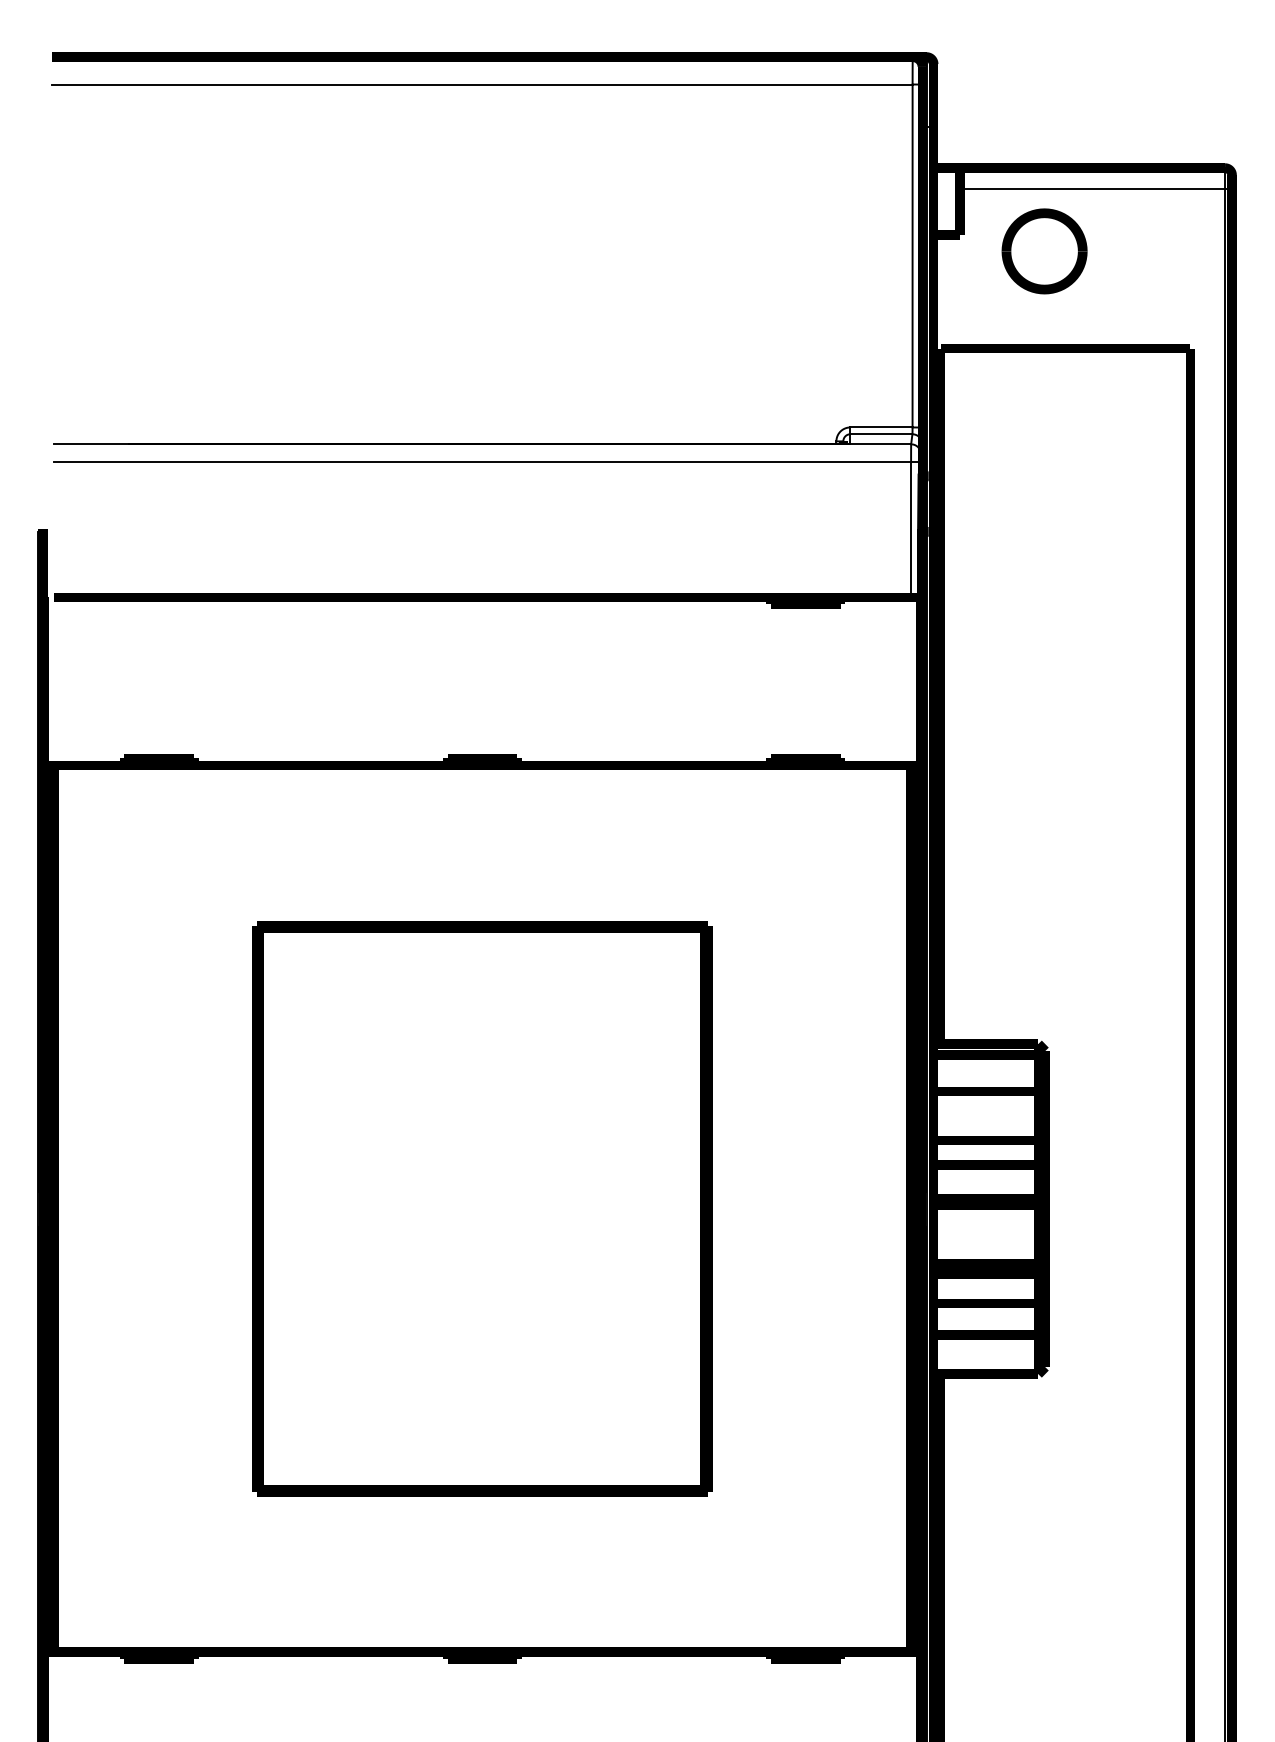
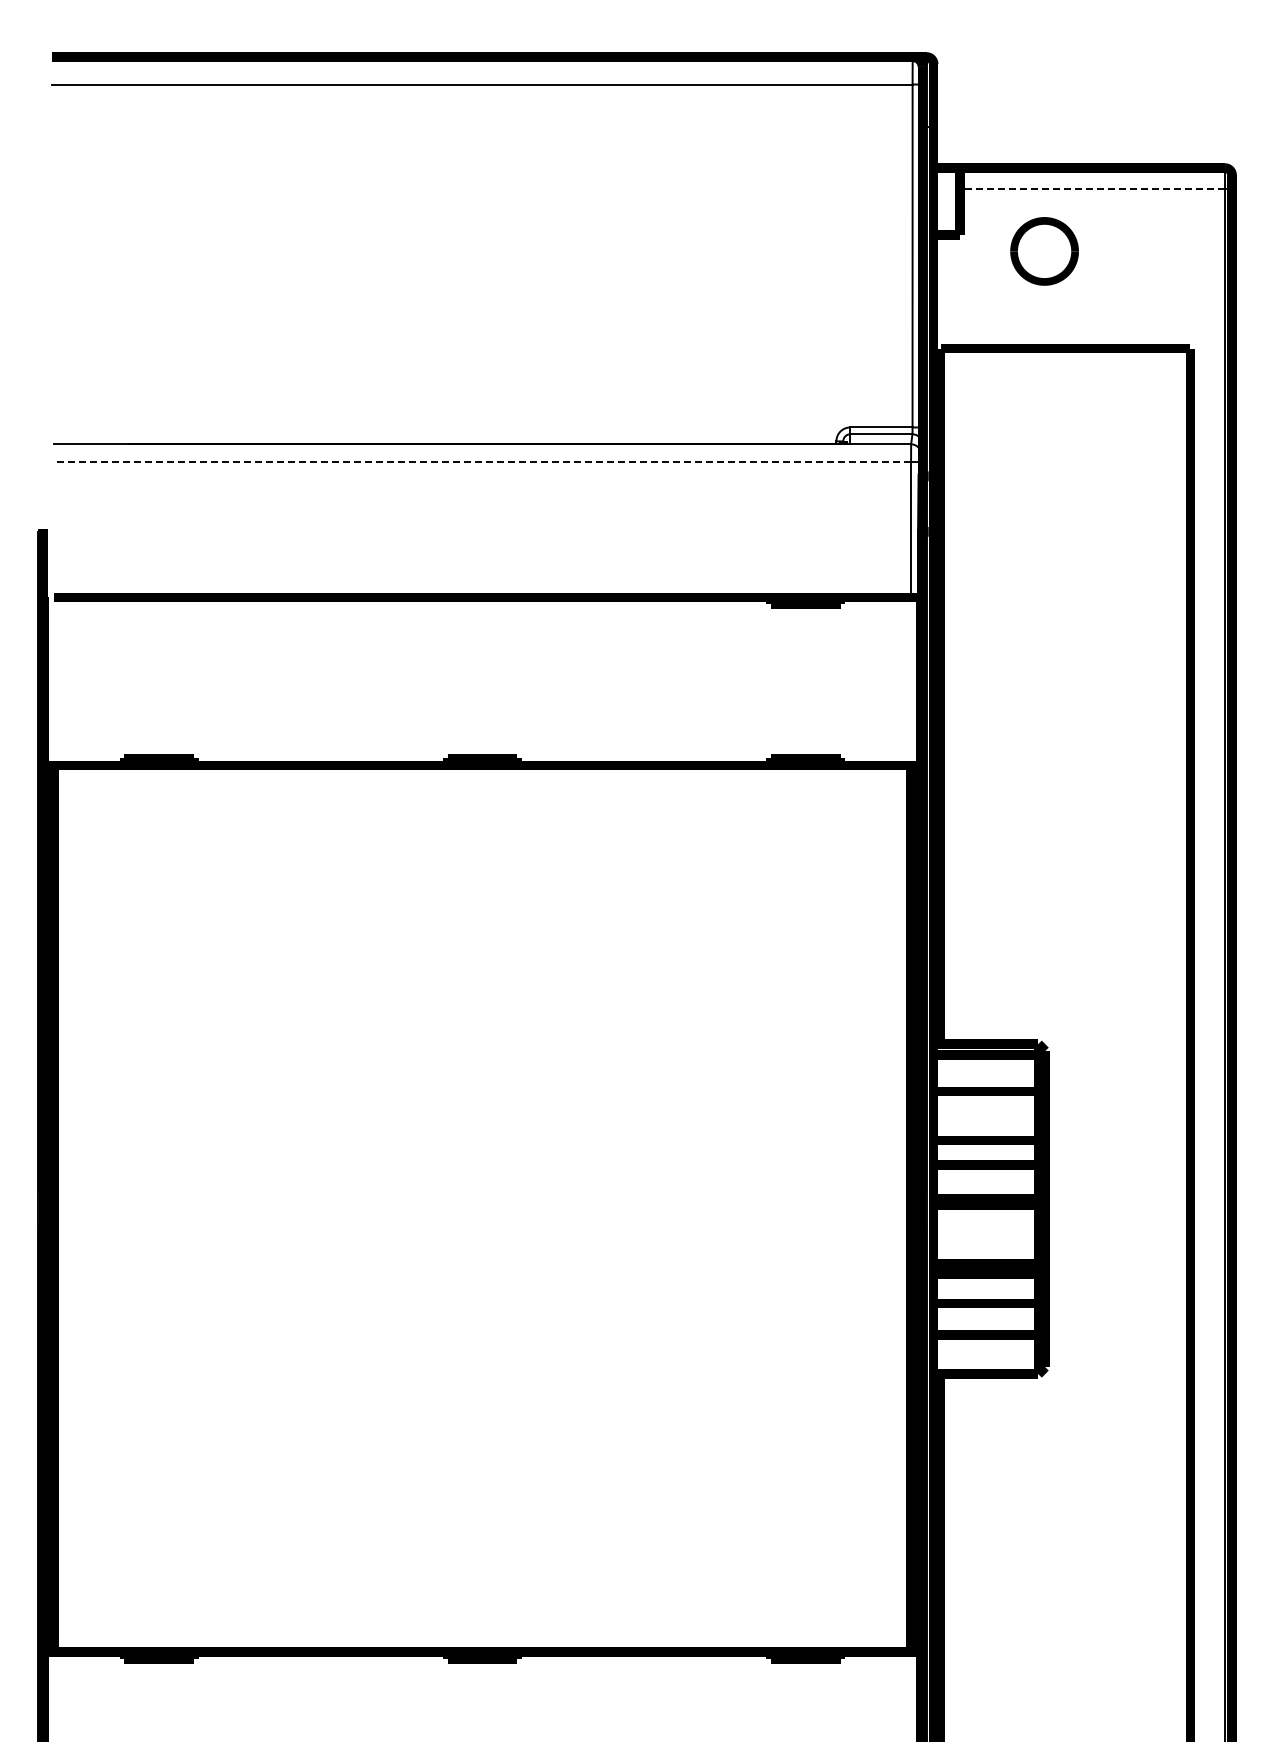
line at (1092, 188): solid -> dashed
part at (1044, 251) size: 87x87 px -> 69x69 px
line at (482, 462): solid -> dashed
part at (482, 1208): present -> none
